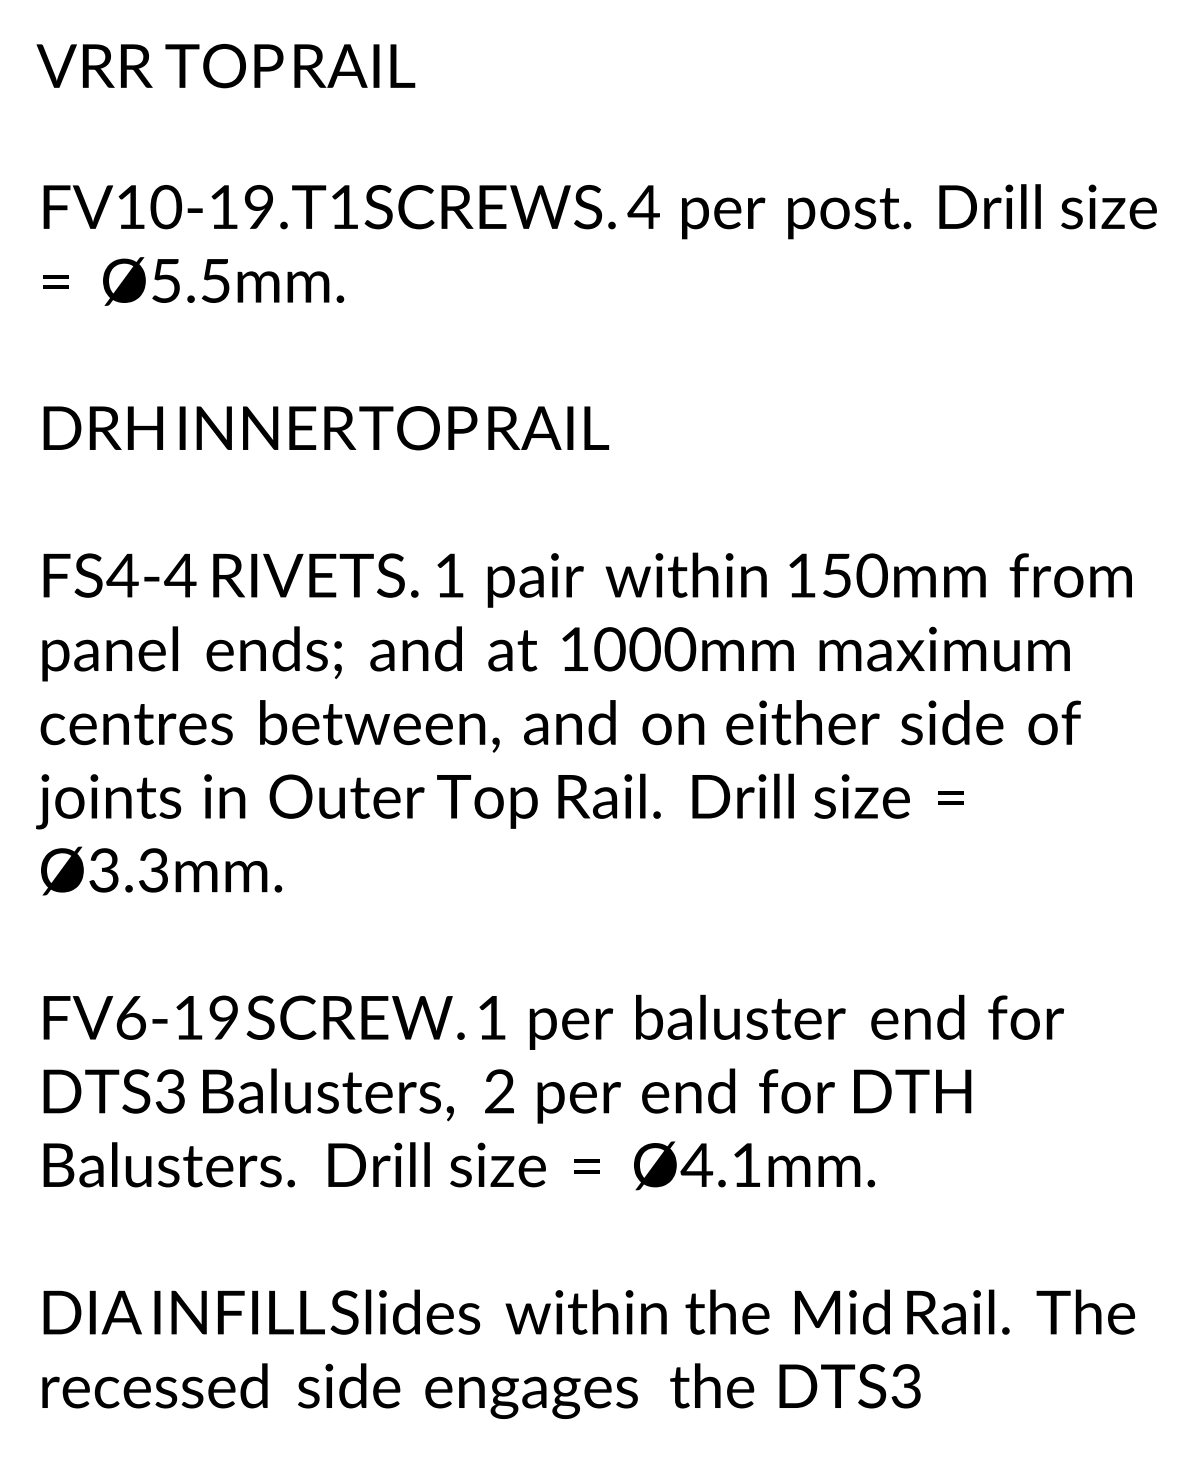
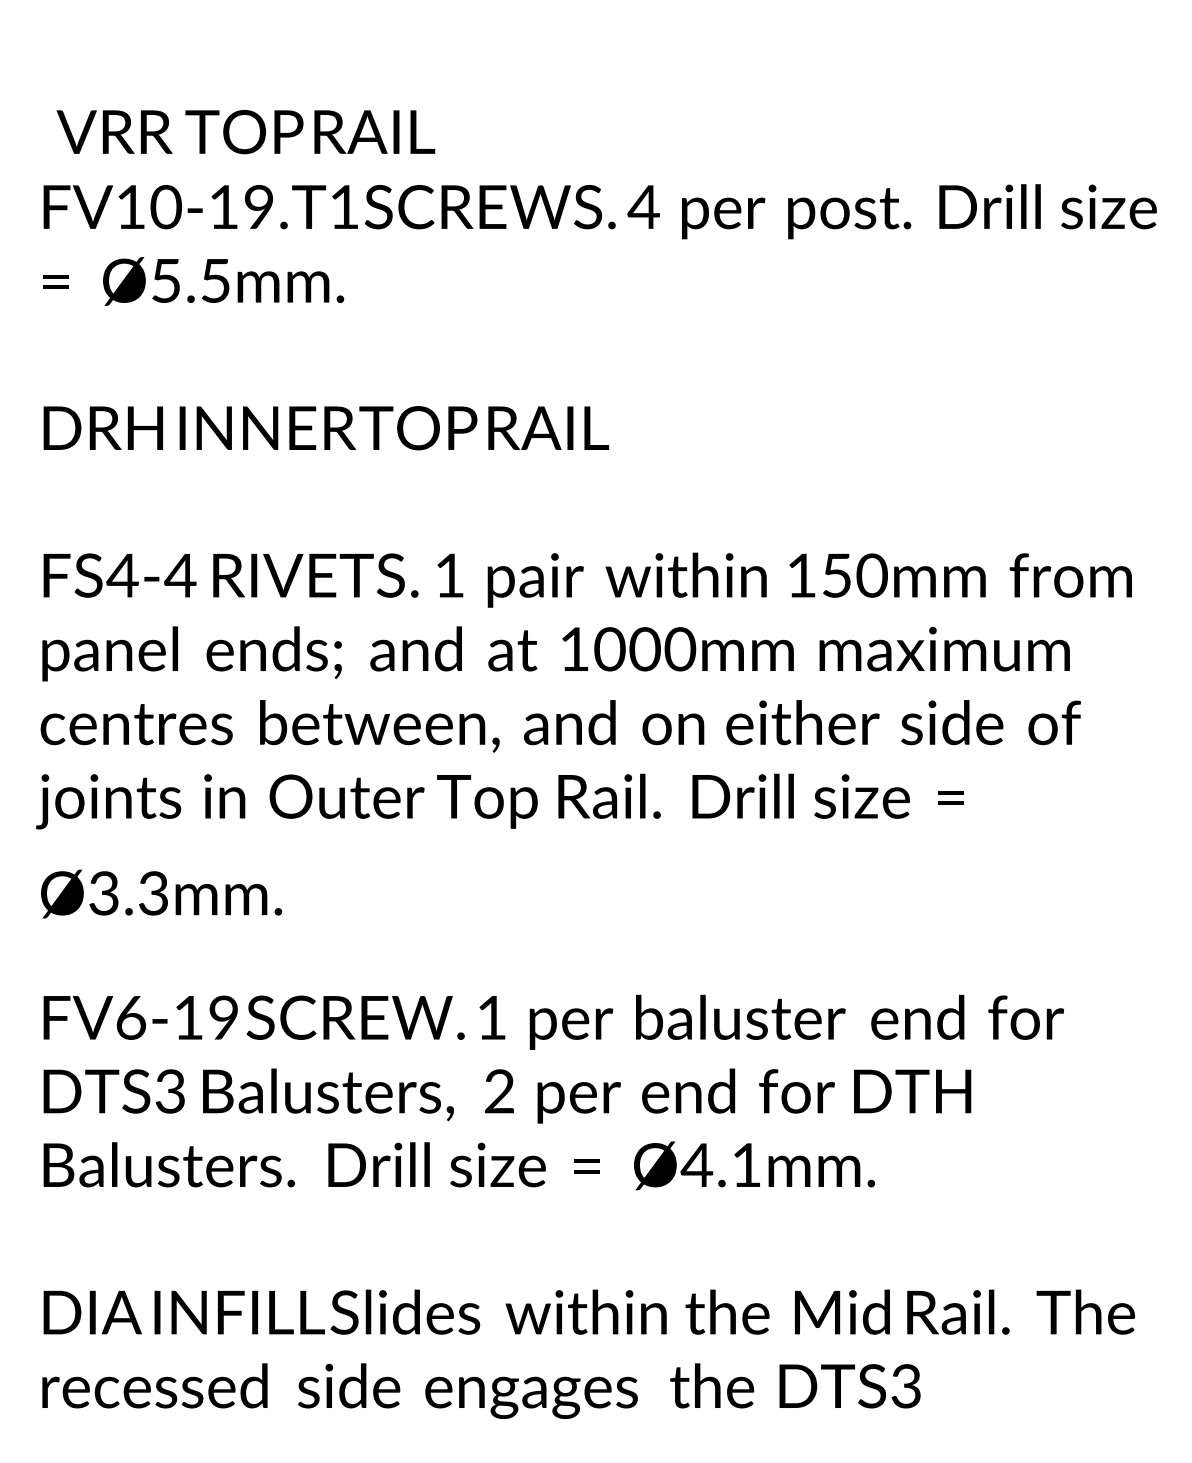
text at (225, 66) position: (225, 66) -> (245, 132)
text at (161, 870) position: (161, 870) -> (161, 893)
